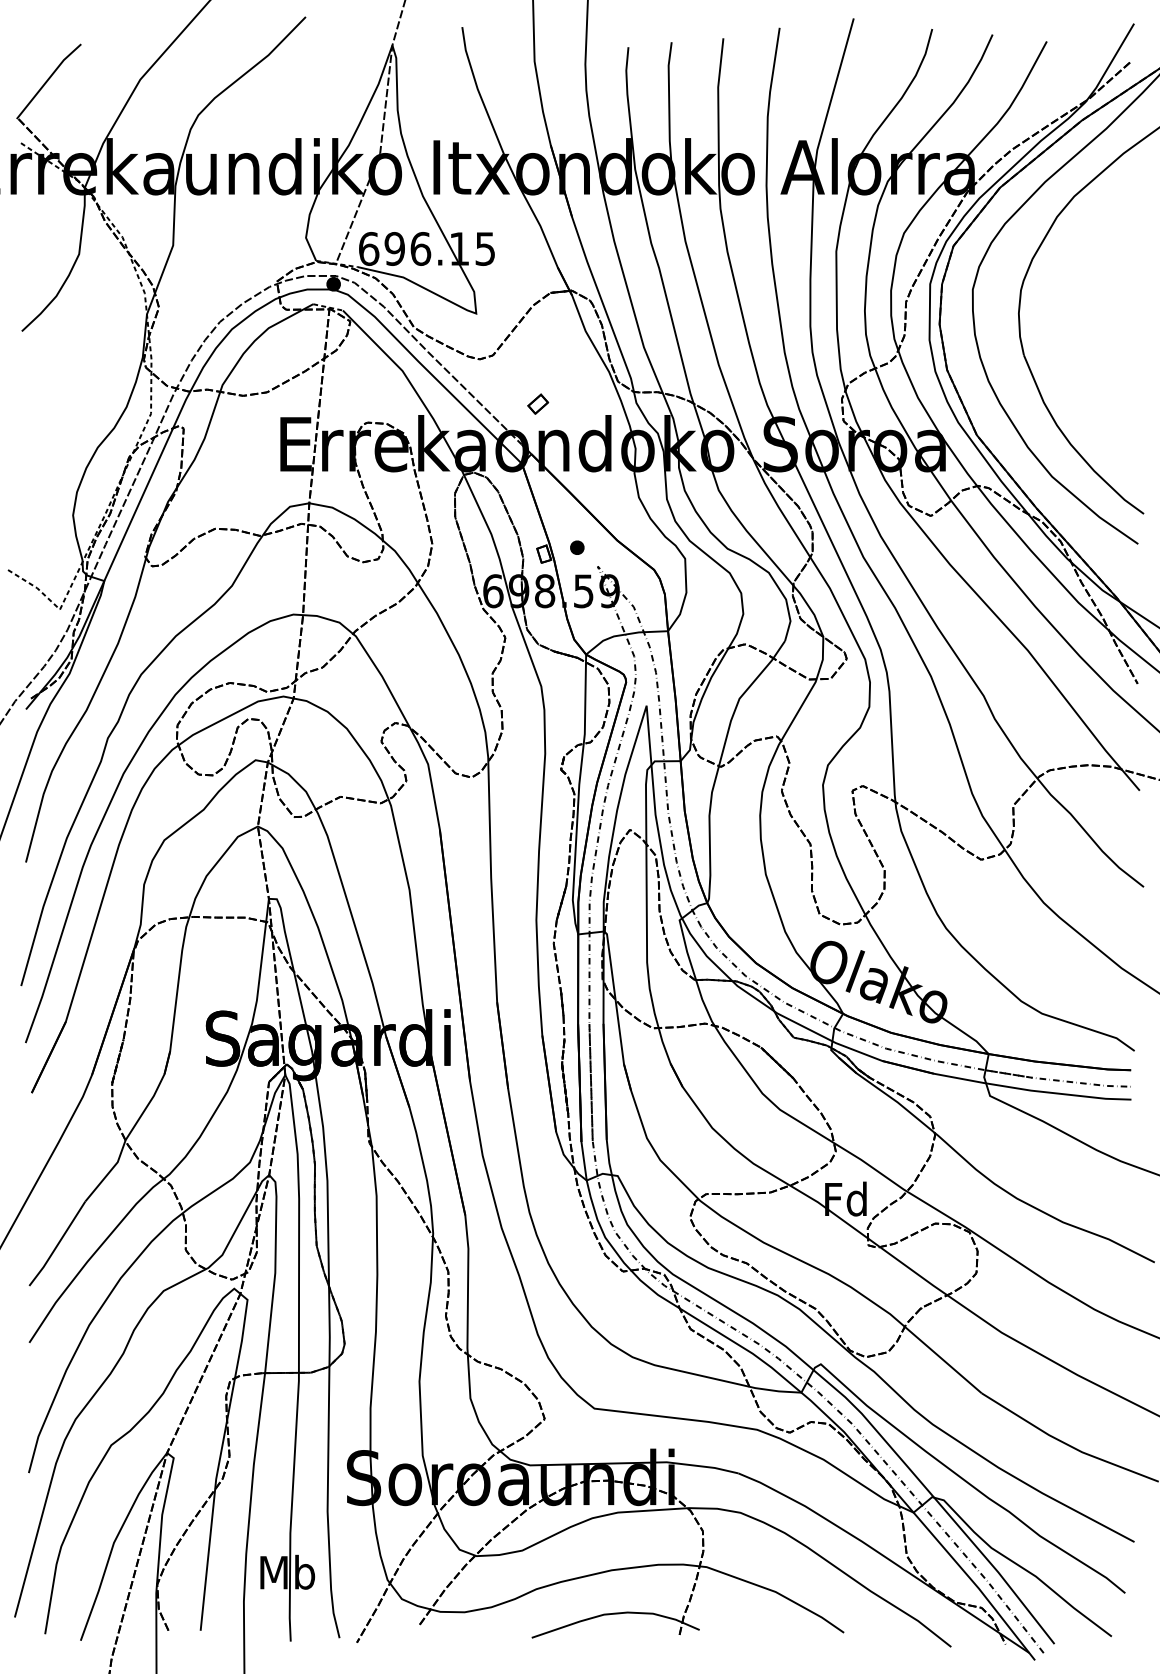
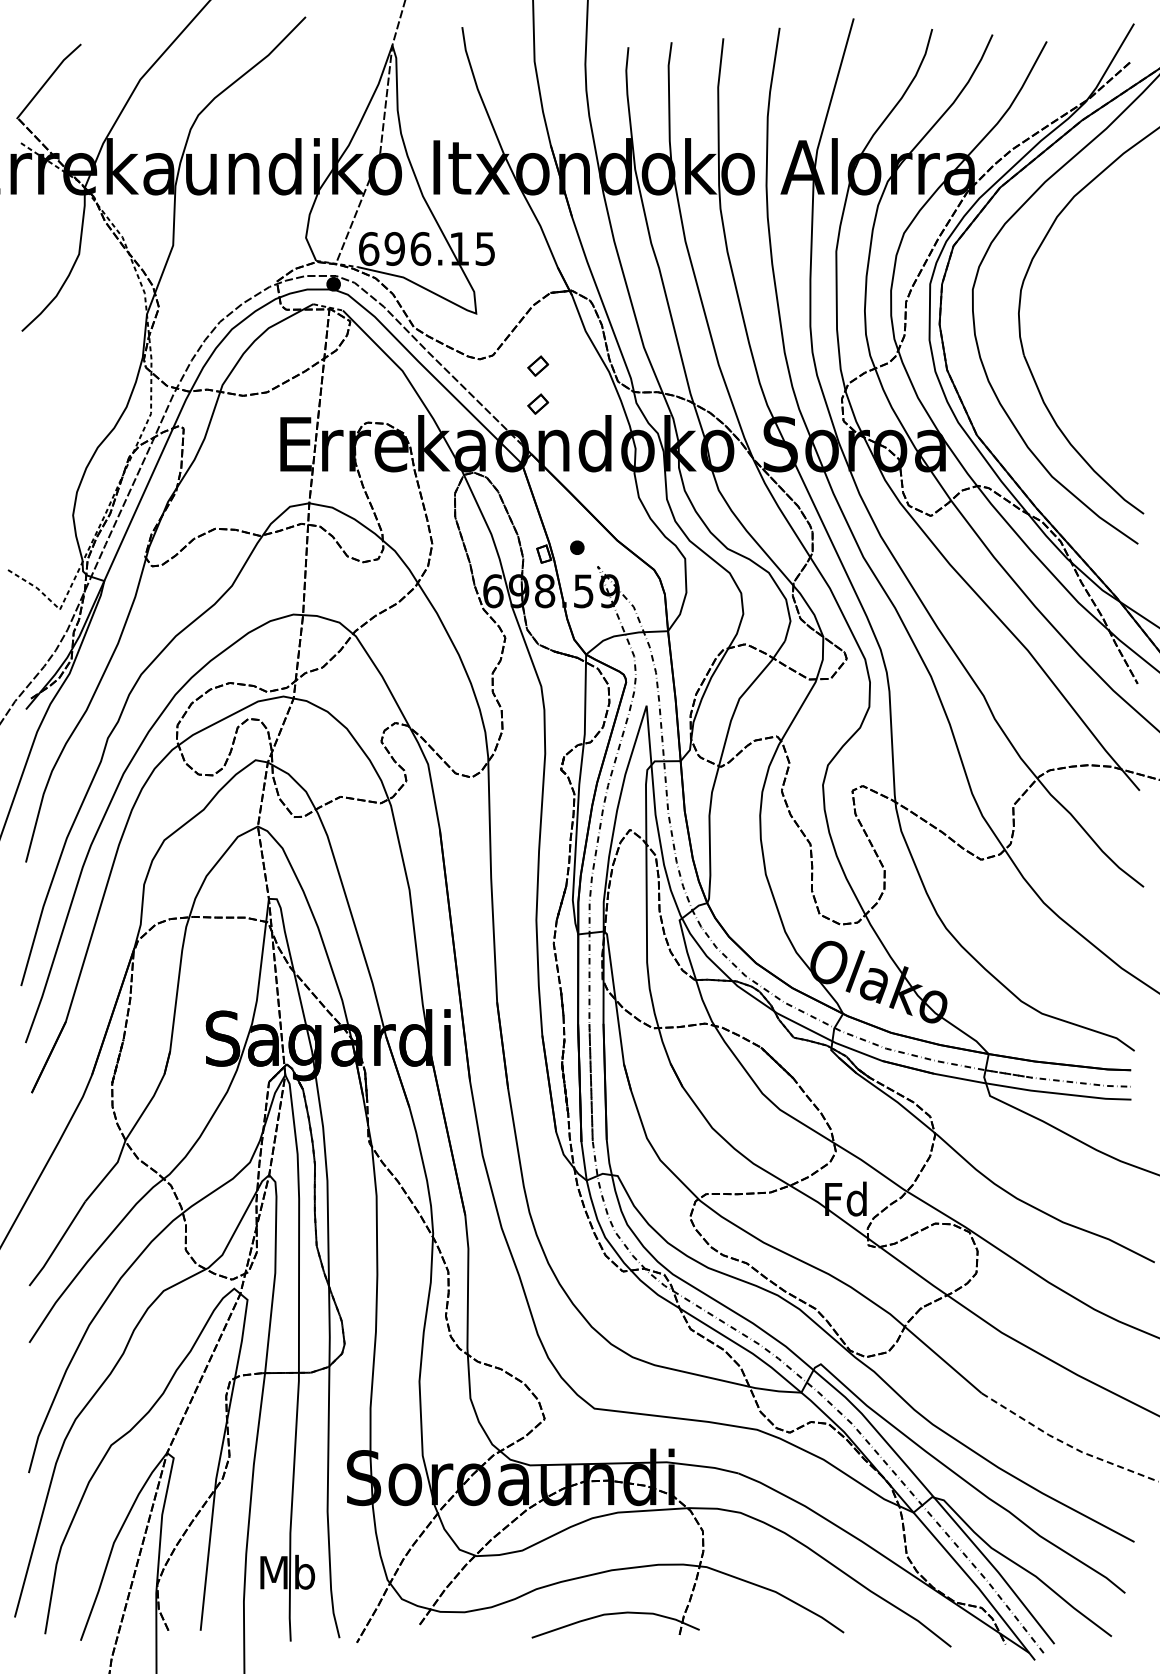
part at (538, 365): none -> present
line at (1067, 1444): solid -> dashed
